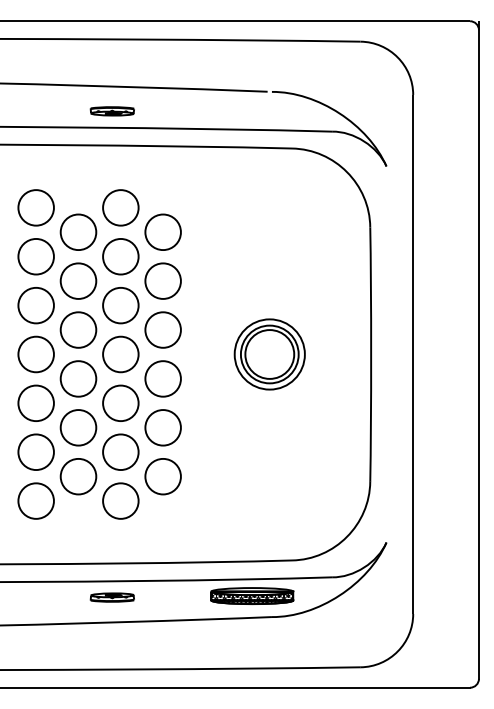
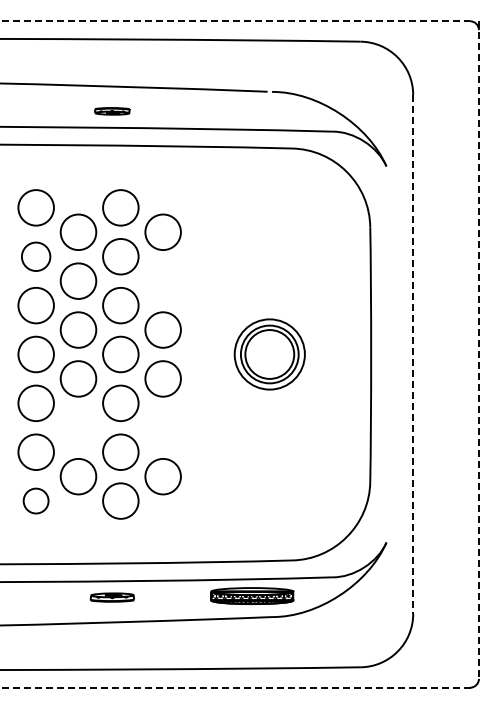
line at (235, 21): solid -> dashed
part at (111, 111) size: 46x11 px -> 37x9 px
part at (35, 256) size: 38x38 px -> 31x31 px
part at (162, 280): present -> none
line at (478, 350): solid -> dashed
line at (413, 354): solid -> dashed
part at (78, 427): present -> none
part at (162, 427): present -> none
part at (35, 500) size: 38x38 px -> 28x28 px
line at (235, 687): solid -> dashed
